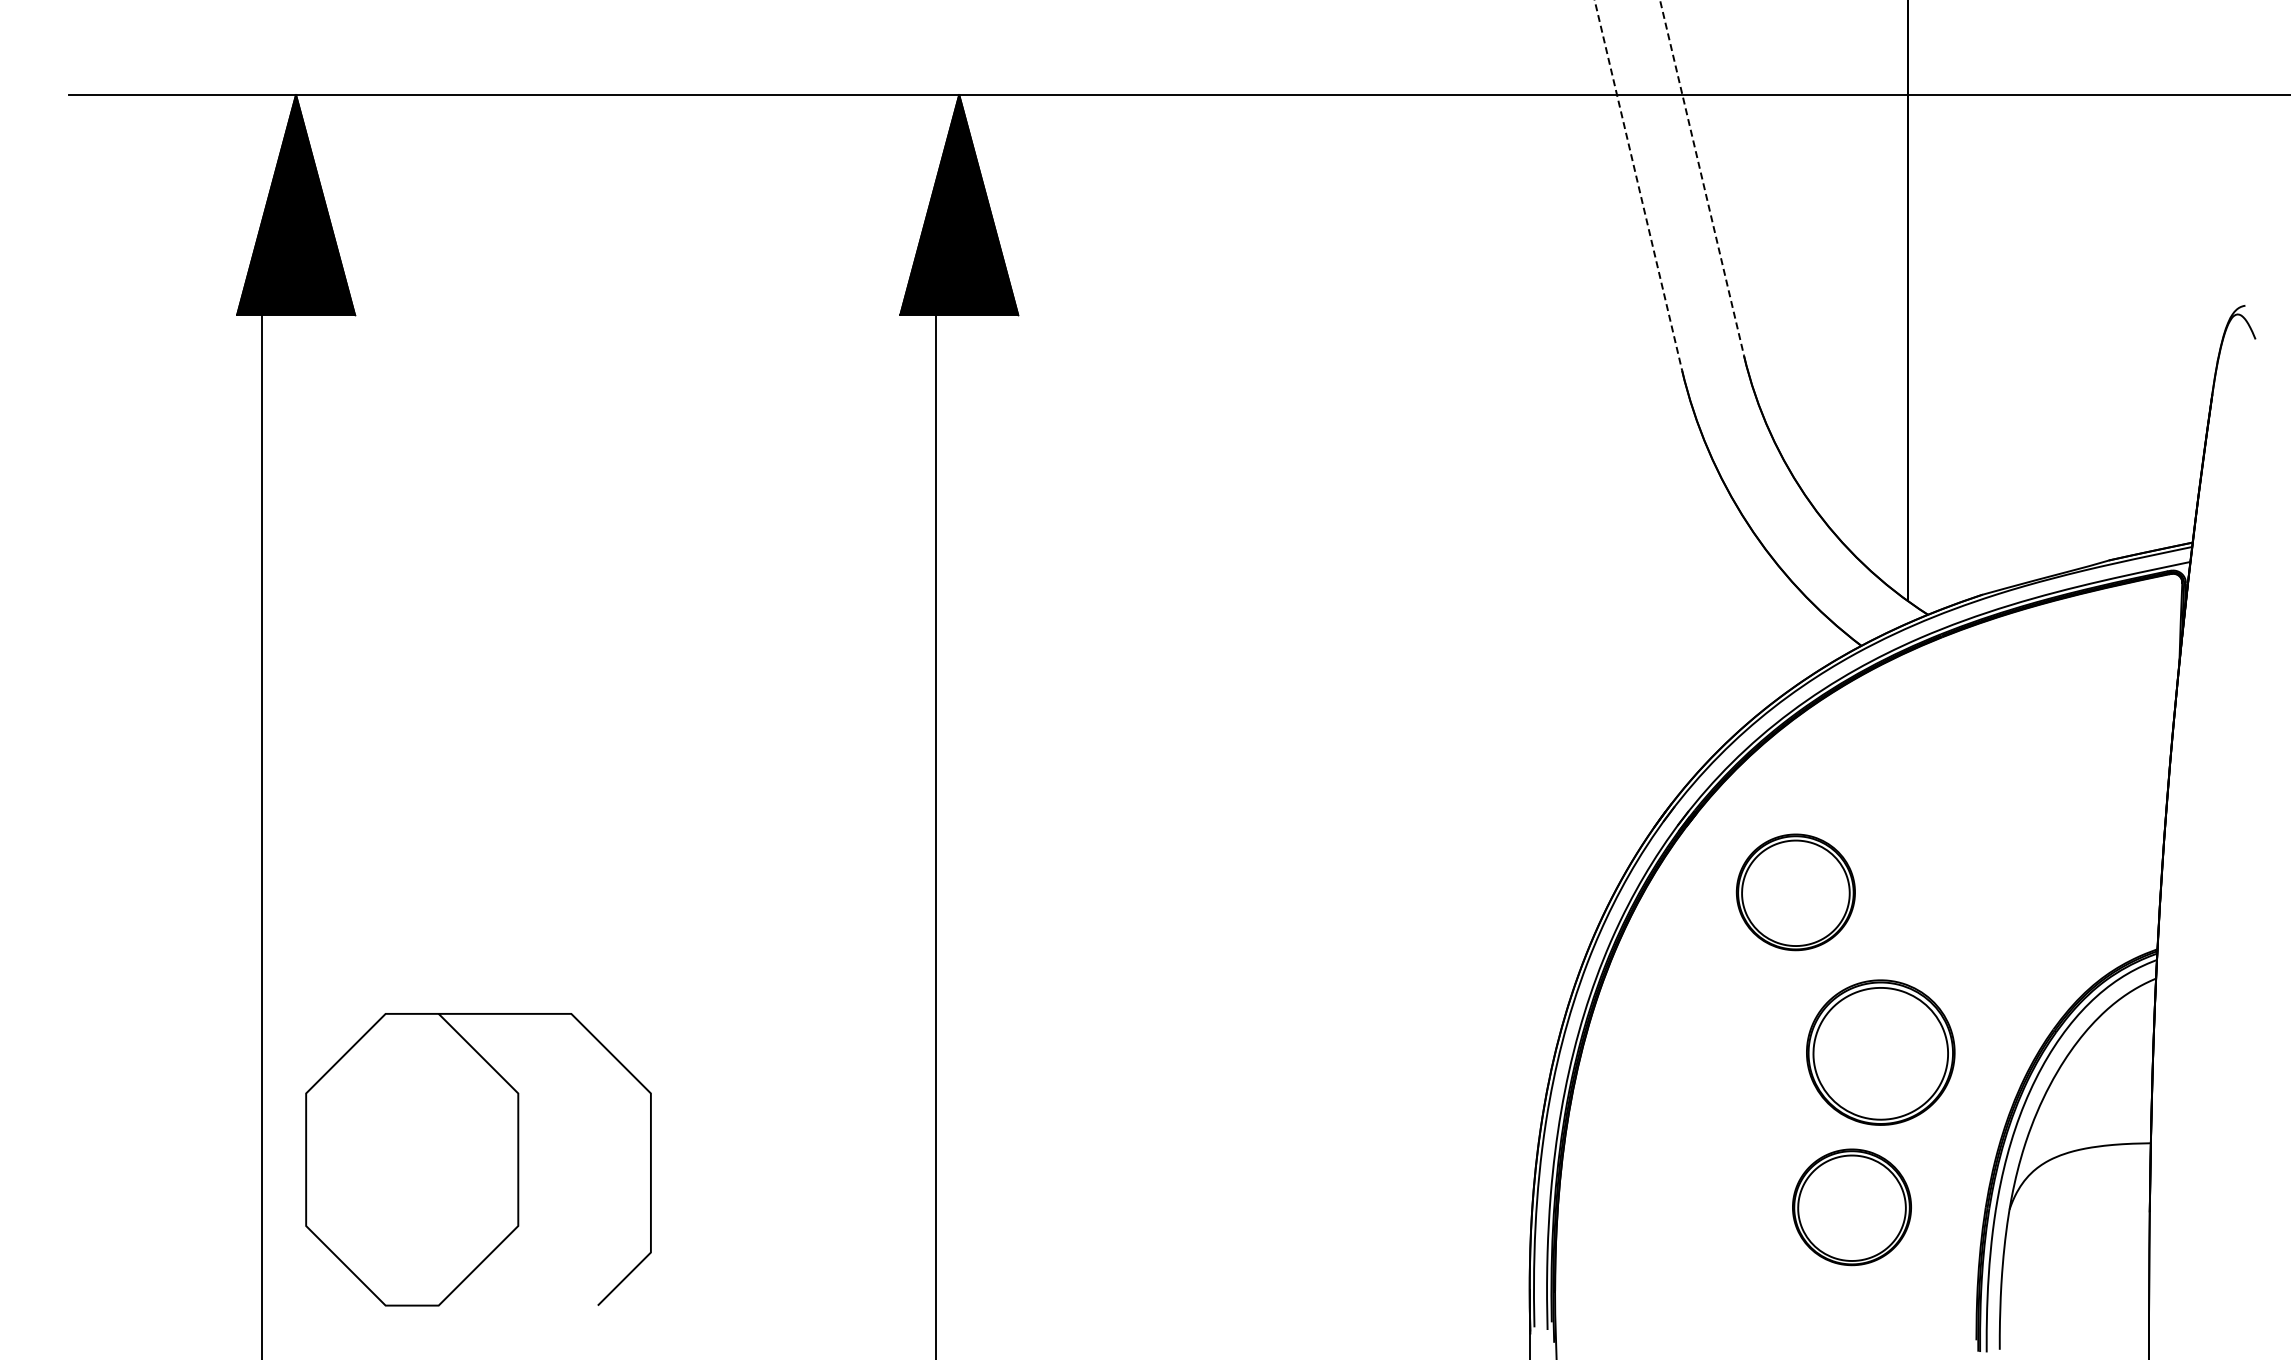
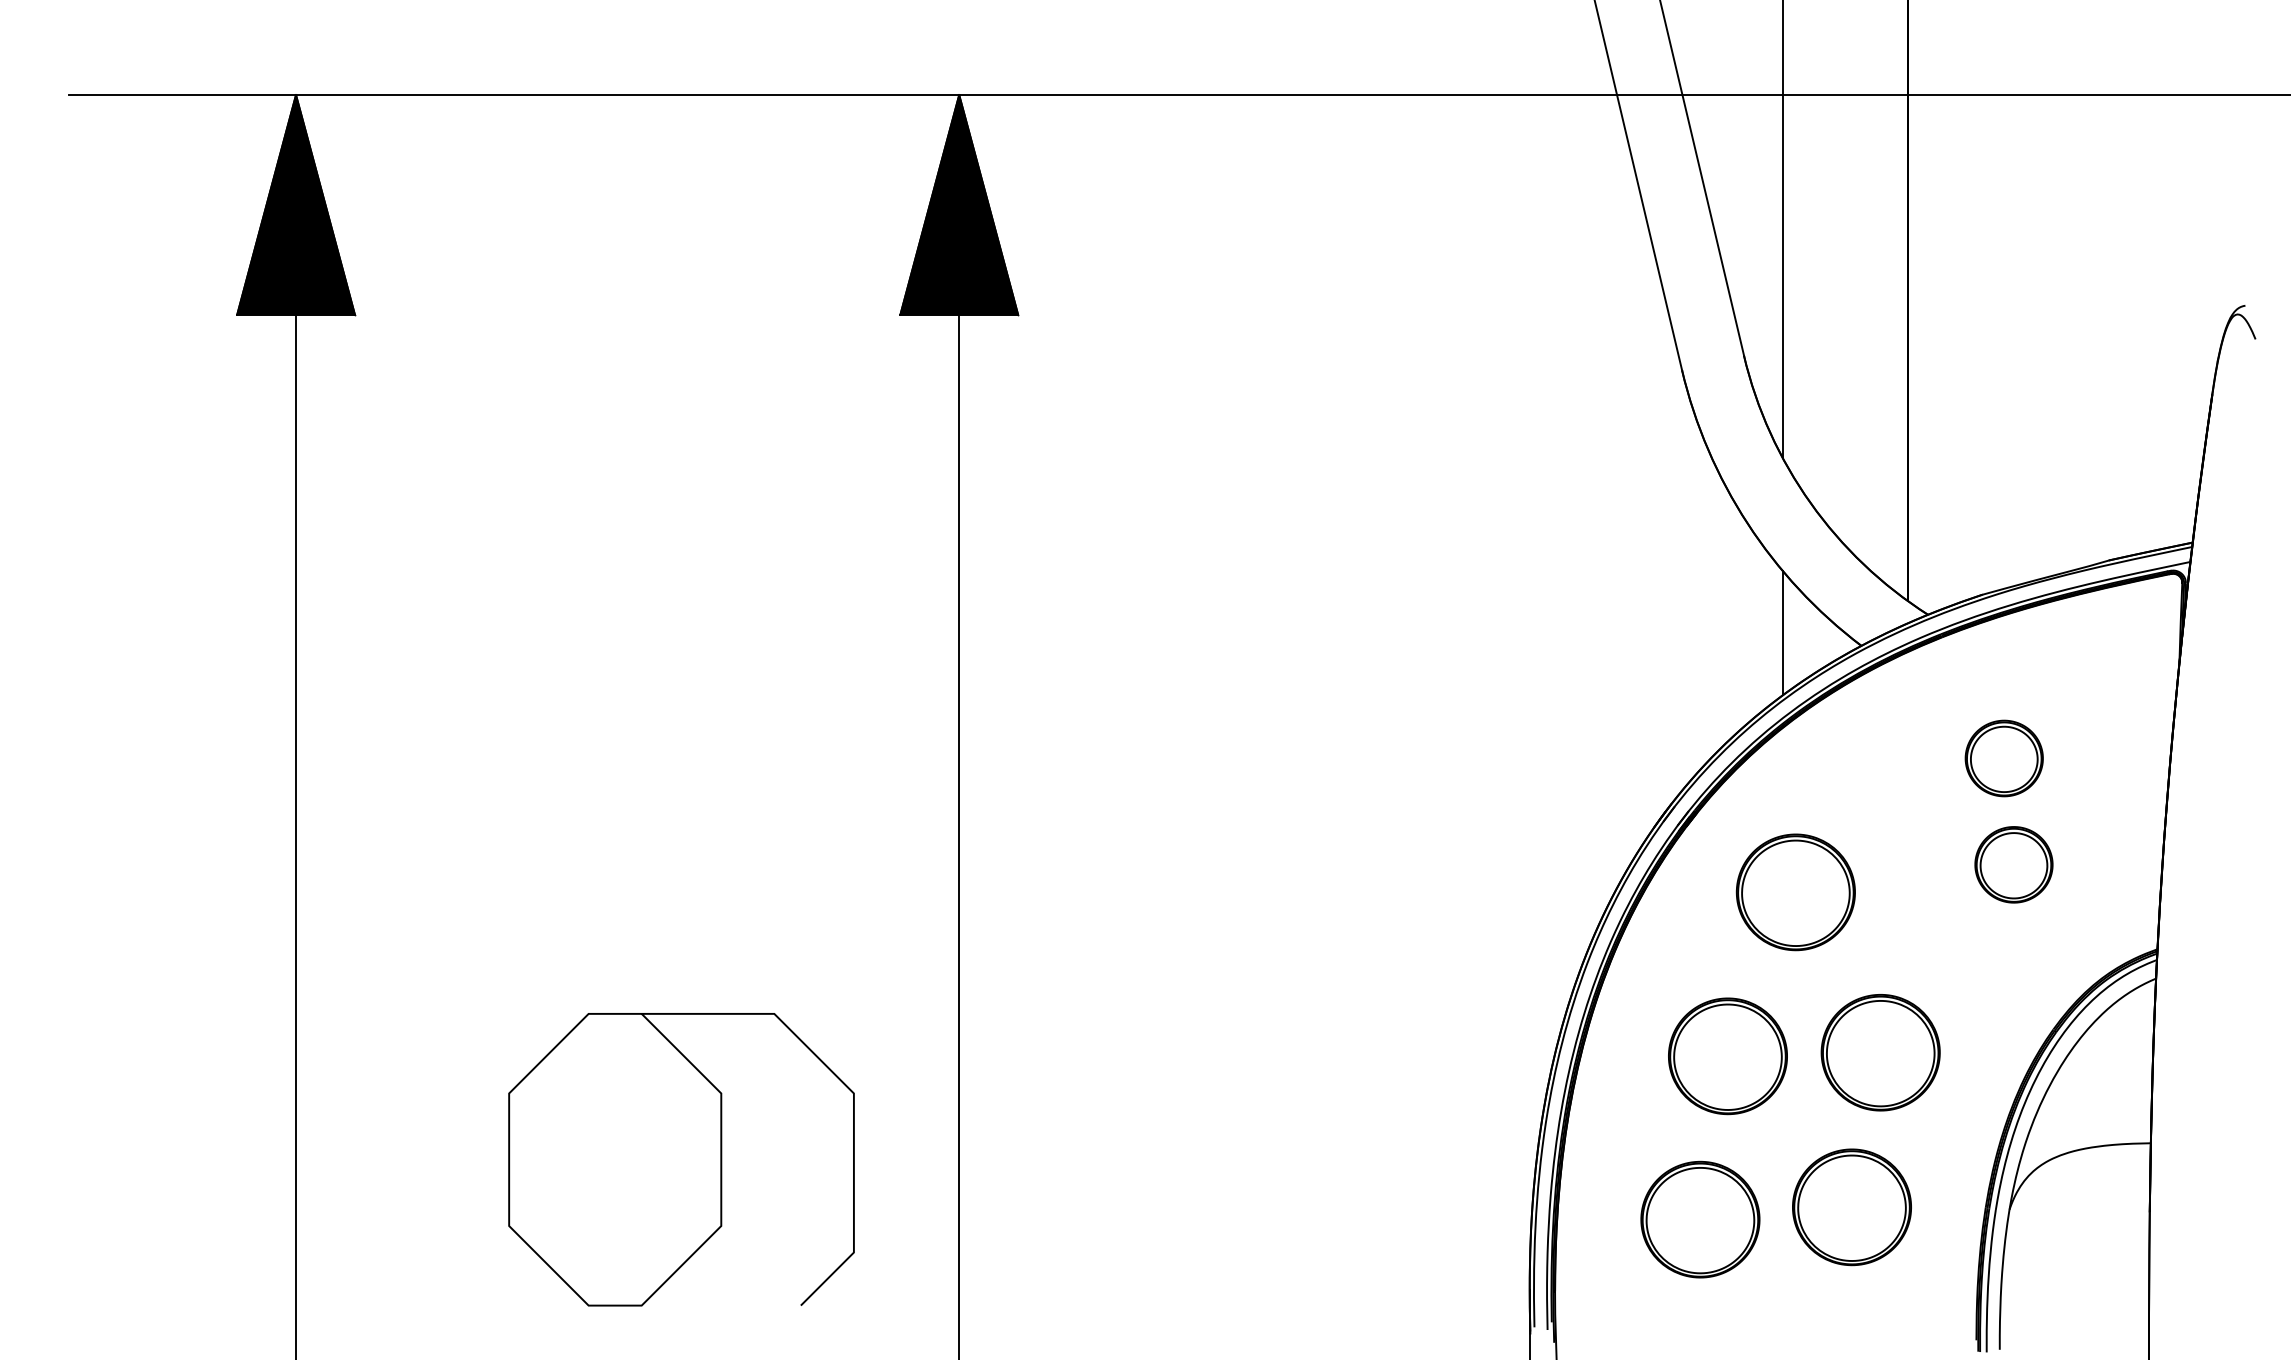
line at (1702, 178): dashed -> solid
line at (1638, 185): dashed -> solid
line at (1782, 230): none -> present
line at (1782, 633): none -> present
part at (2003, 758): none -> present
line at (262, 835) position: (262, 835) -> (296, 835)
line at (936, 835) position: (936, 835) -> (959, 835)
part at (2013, 864): none -> present
part at (1880, 1052) size: 150x147 px -> 121x118 px
part at (1727, 1056): none -> present
curve at (517, 1159) position: (517, 1159) -> (720, 1159)
part at (1700, 1219): none -> present
